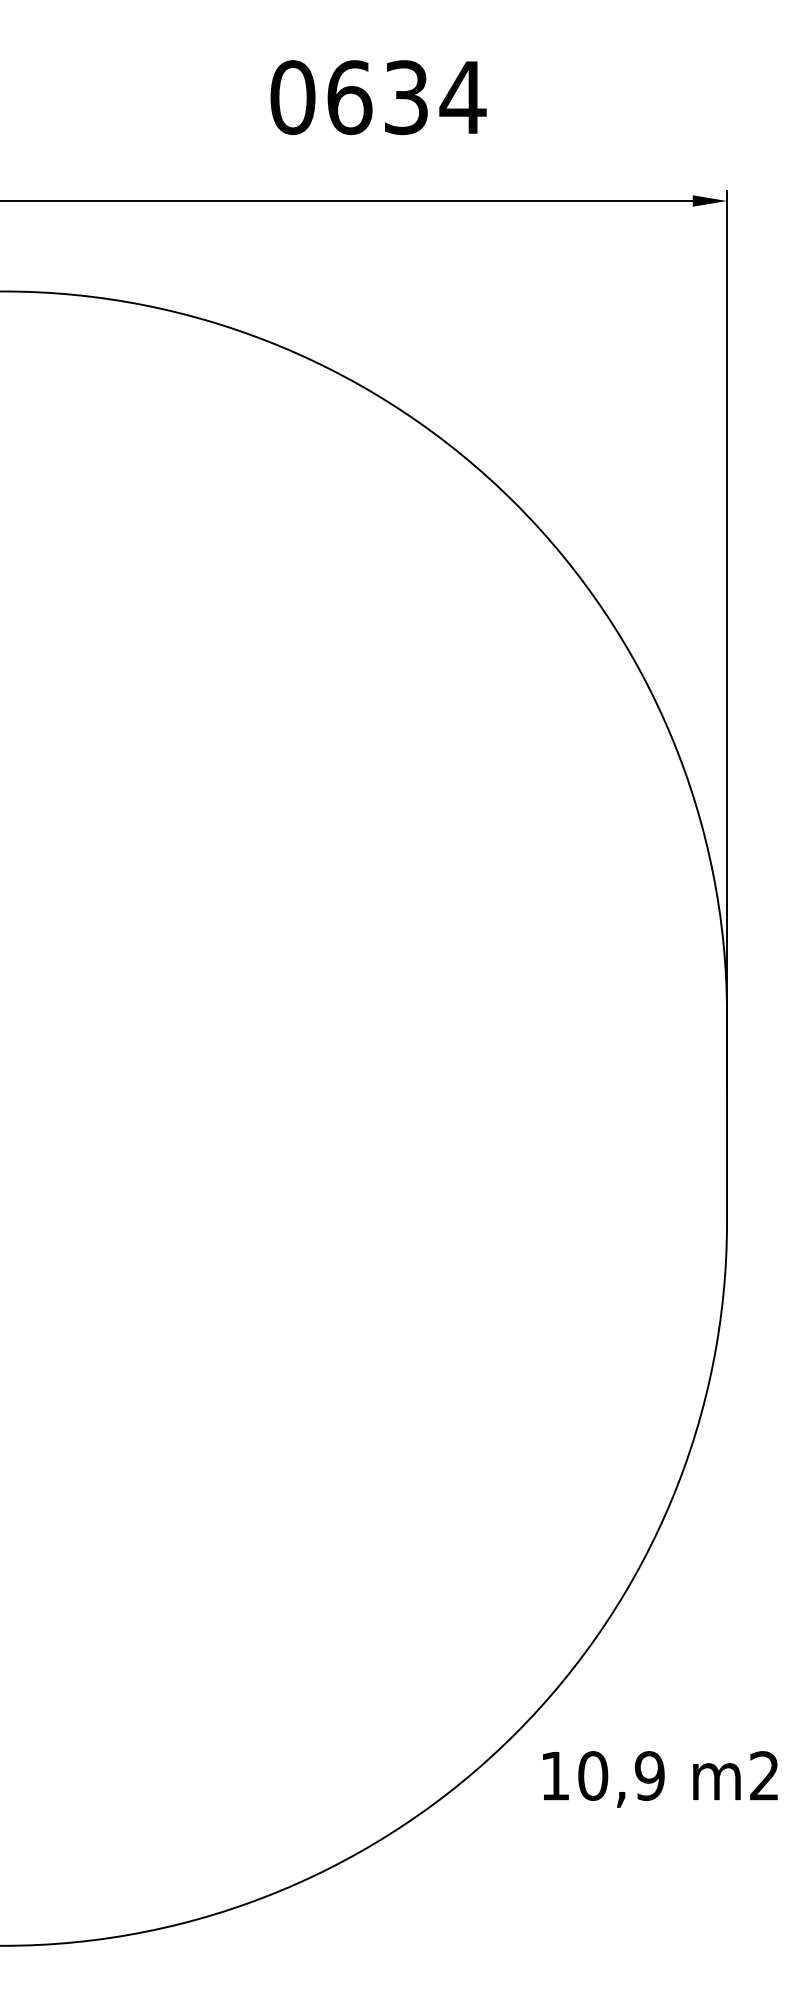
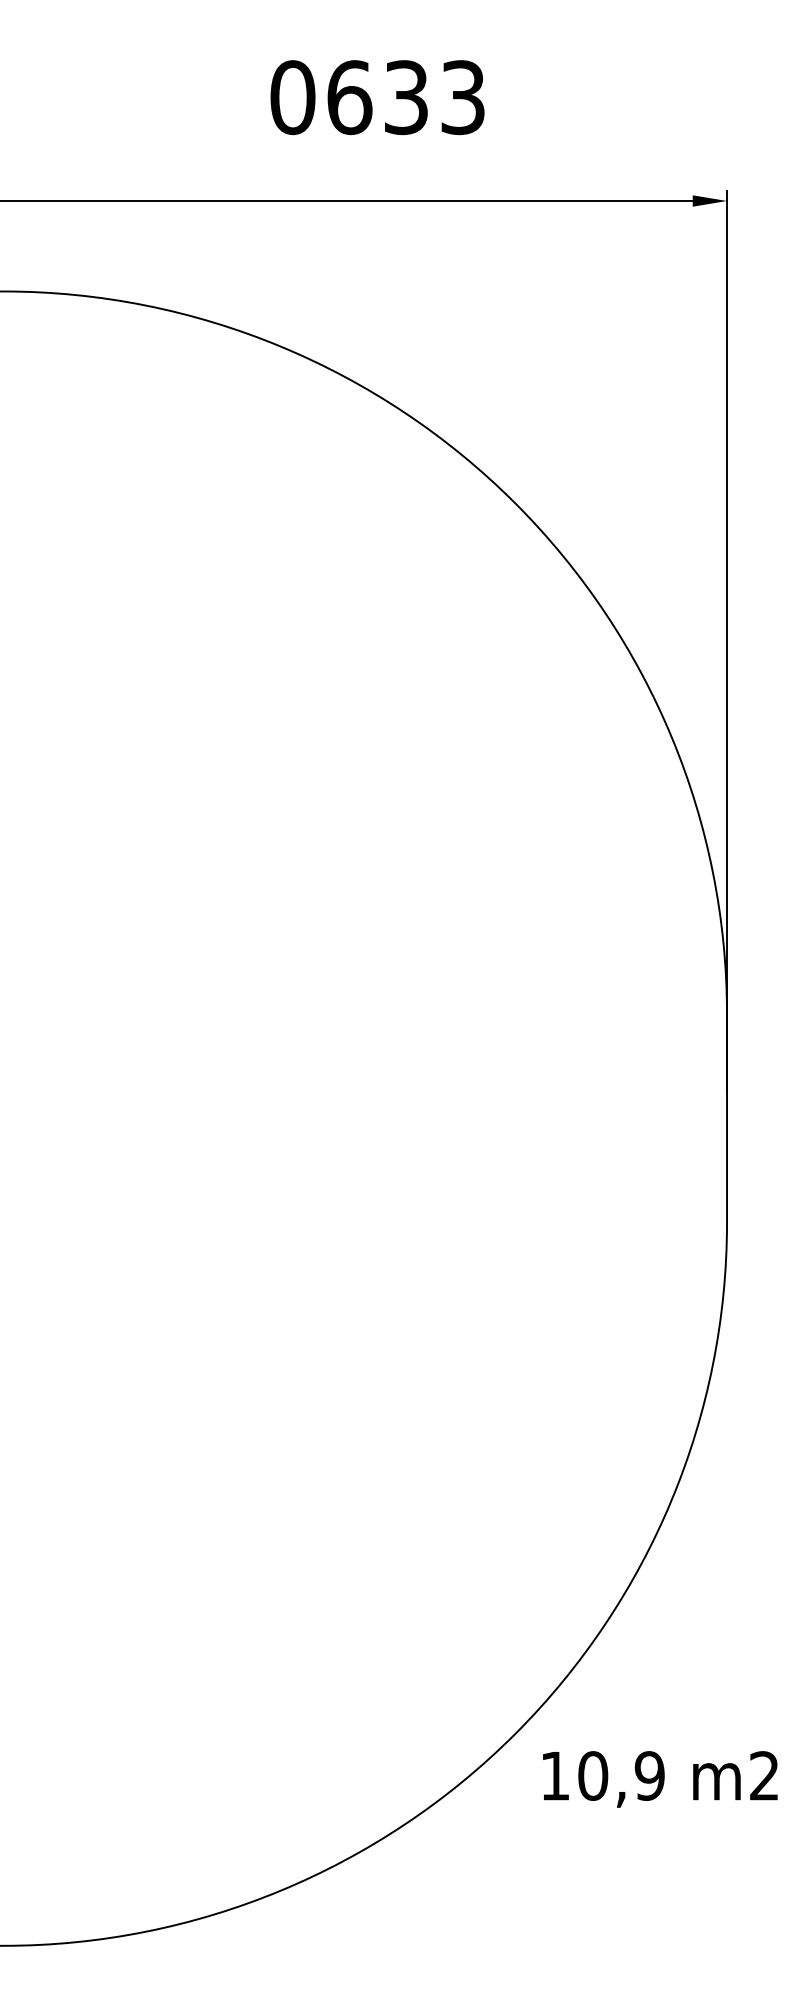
text at (462, 97): 0634 -> 0633
